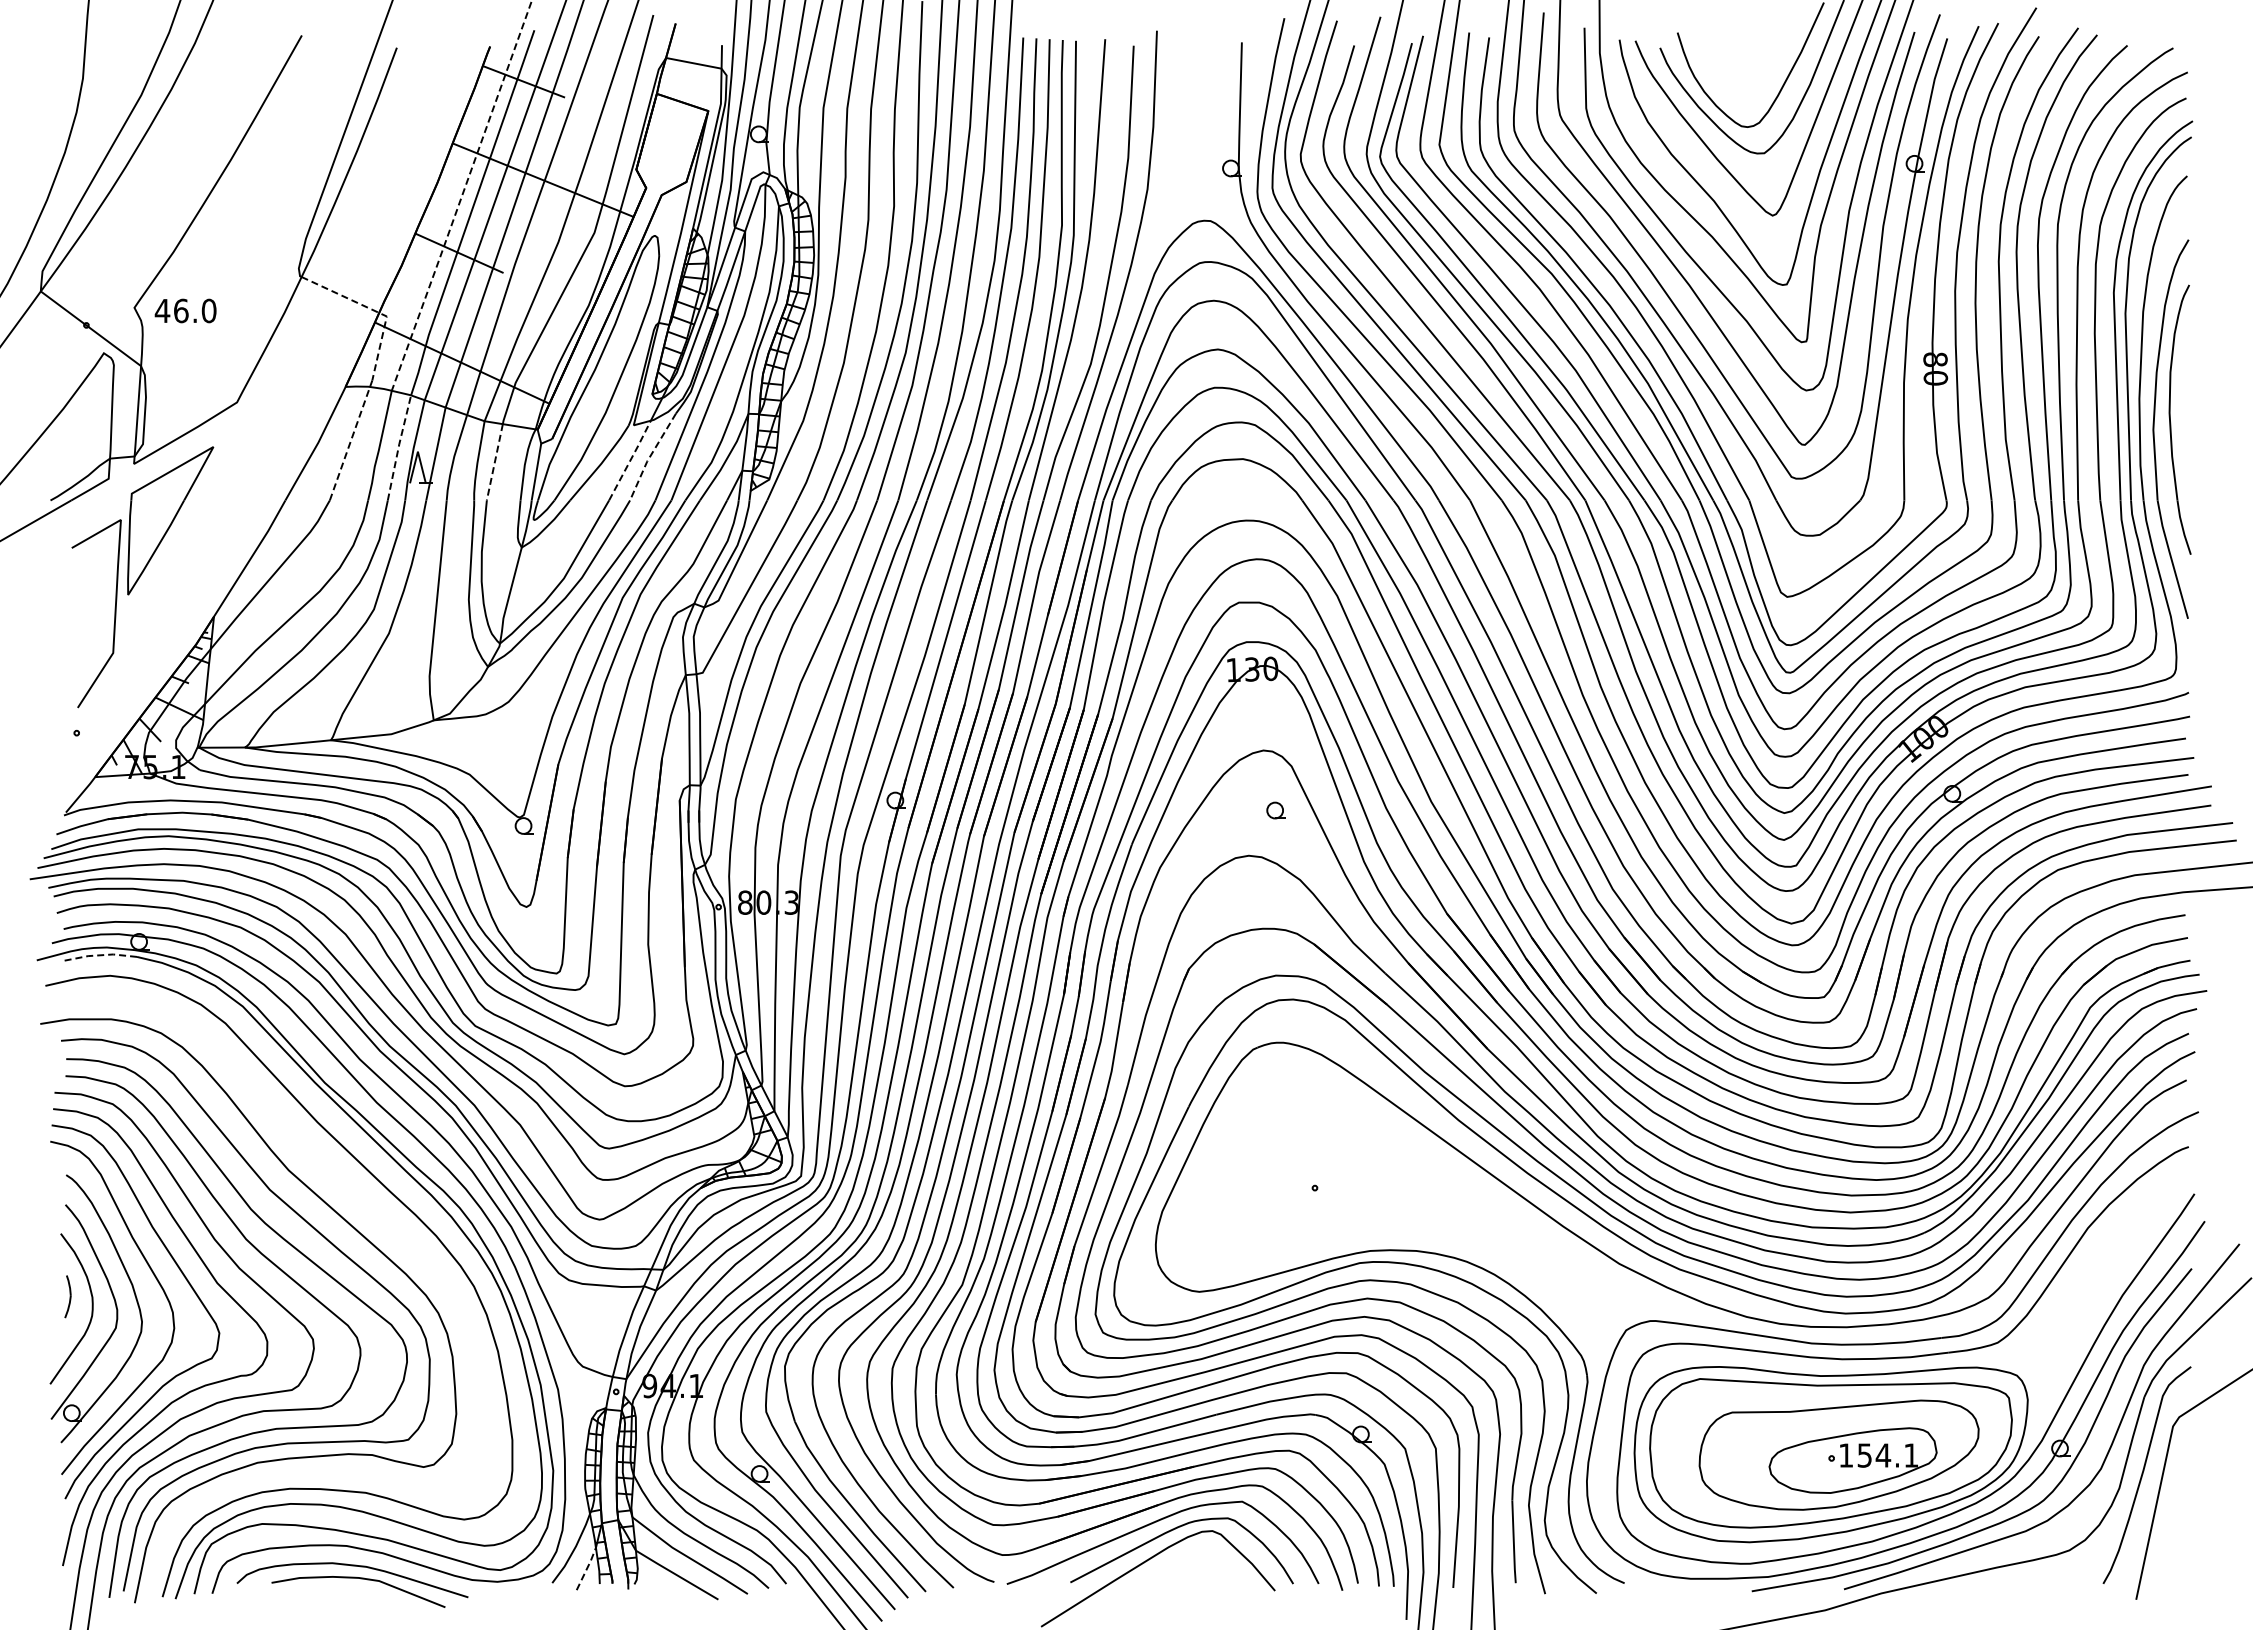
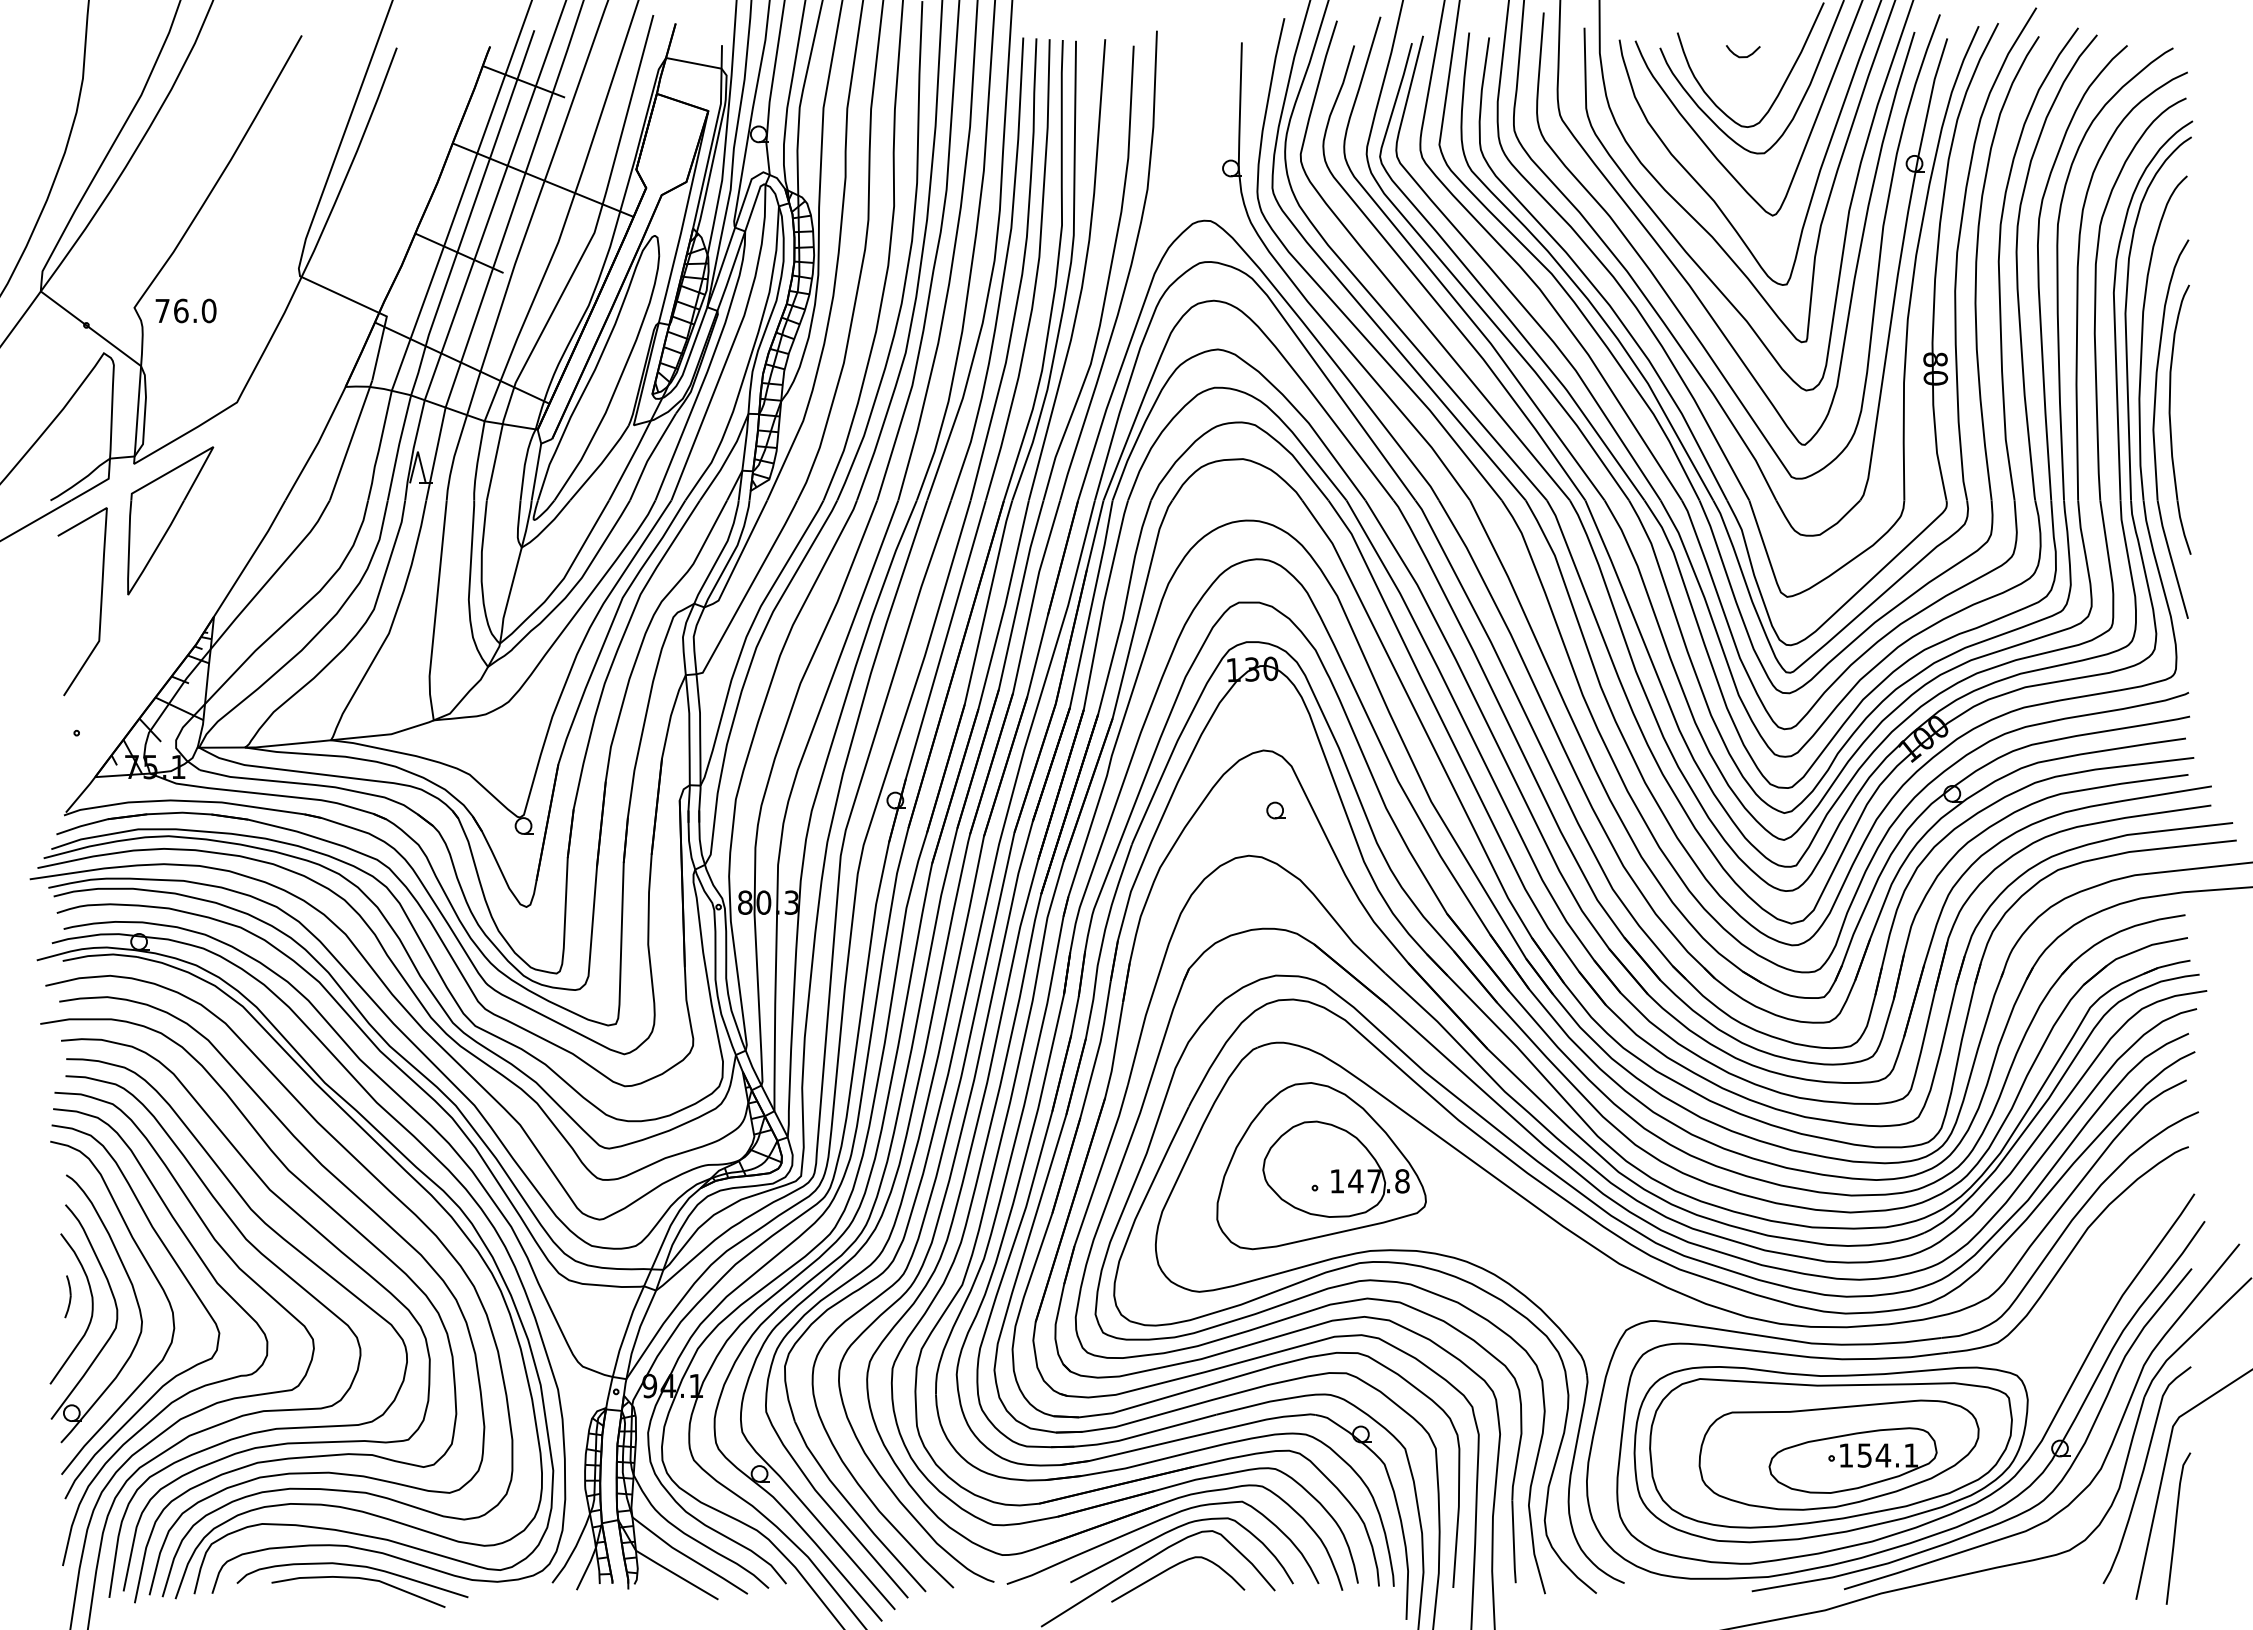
curve at (1743, 56): none -> present
line at (461, 197): dashed -> solid
text at (162, 310): 46.0 -> 76.0
line at (375, 311): dashed -> solid
line at (350, 443): dashed -> solid
line at (398, 447): dashed -> solid
line at (650, 456): dashed -> solid
line at (630, 460): dashed -> solid
line at (494, 462): dashed -> solid
curve at (114, 613) position: (114, 613) -> (100, 601)
line at (99, 955): dashed -> solid
part at (1321, 1166): none -> present
curve at (359, 1200): none -> present
curve at (2176, 1528): none -> present
line at (587, 1567): dashed -> solid
curve at (1173, 1567): none -> present
